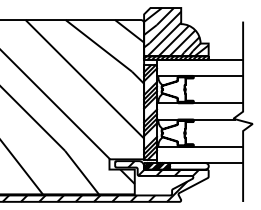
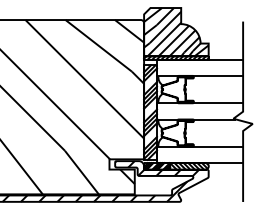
hatch at (189, 166): none -> present
